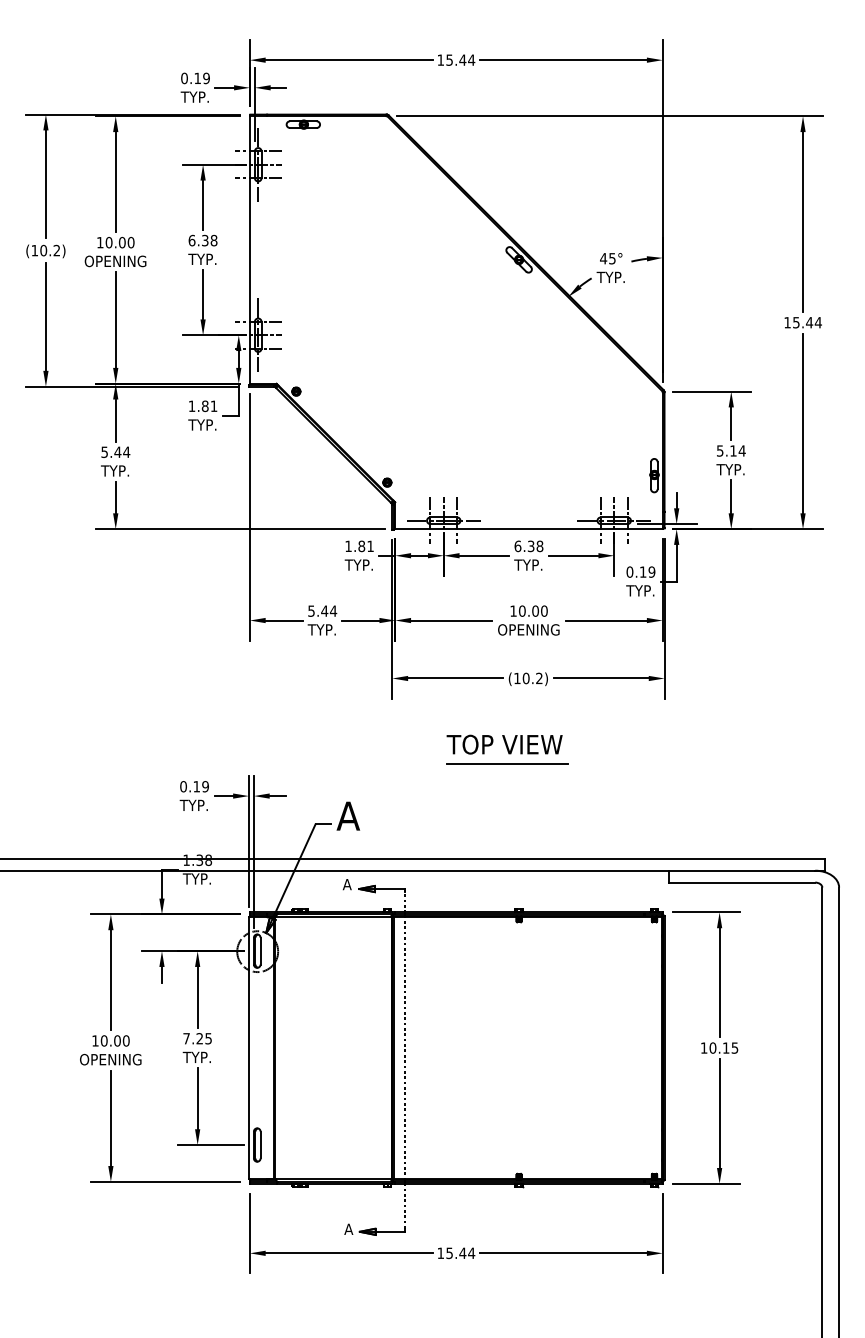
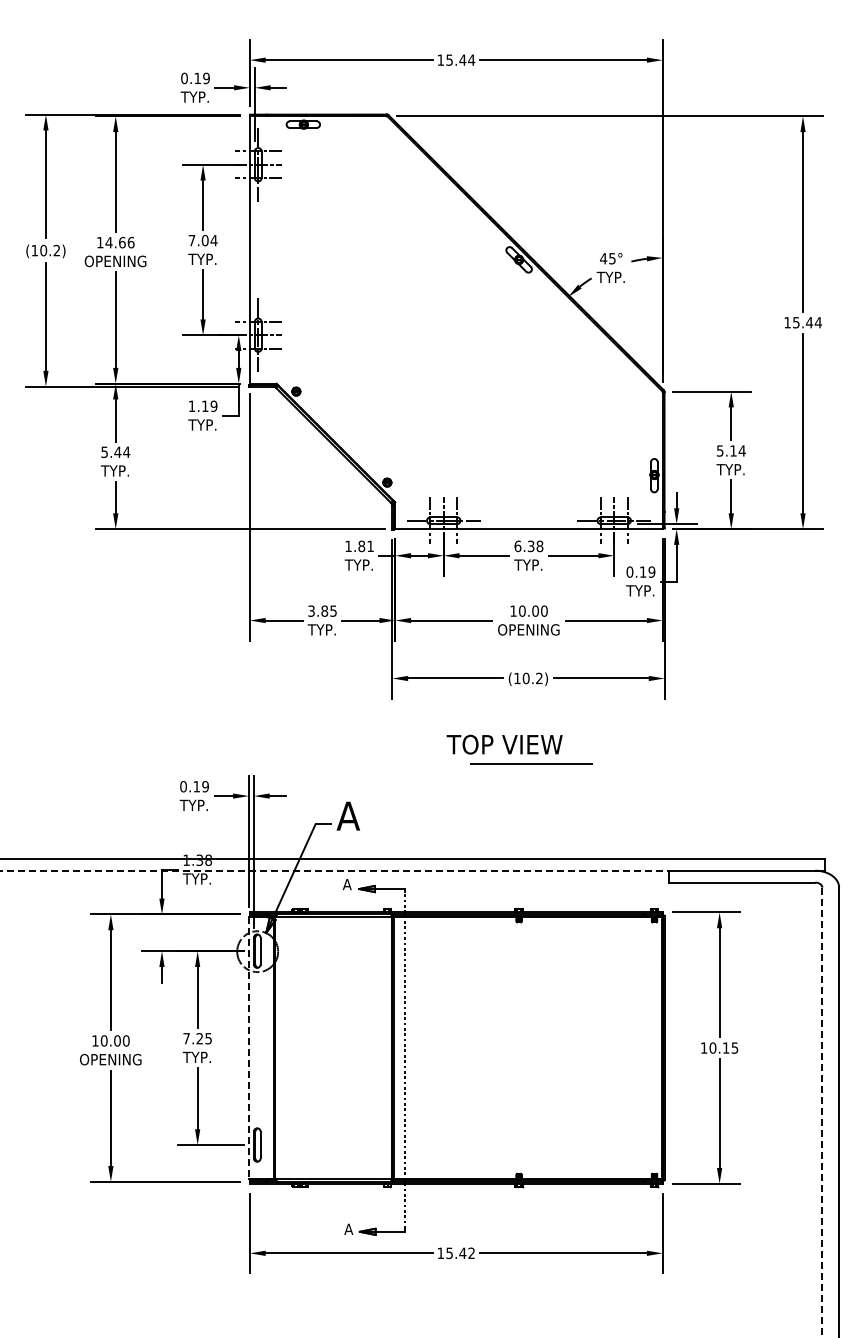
text at (202, 240): 6.38 -> 7.04
text at (119, 242): 10.00 -> 14.66
text at (209, 406): 1.81 -> 1.19
text at (322, 610): 5.44 -> 3.85
line at (507, 763) position: (507, 763) -> (531, 763)
line at (335, 870): solid -> dashed
line at (248, 1048): solid -> dashed
line at (822, 1112): solid -> dashed
text at (471, 1252): 15.44 -> 15.42
